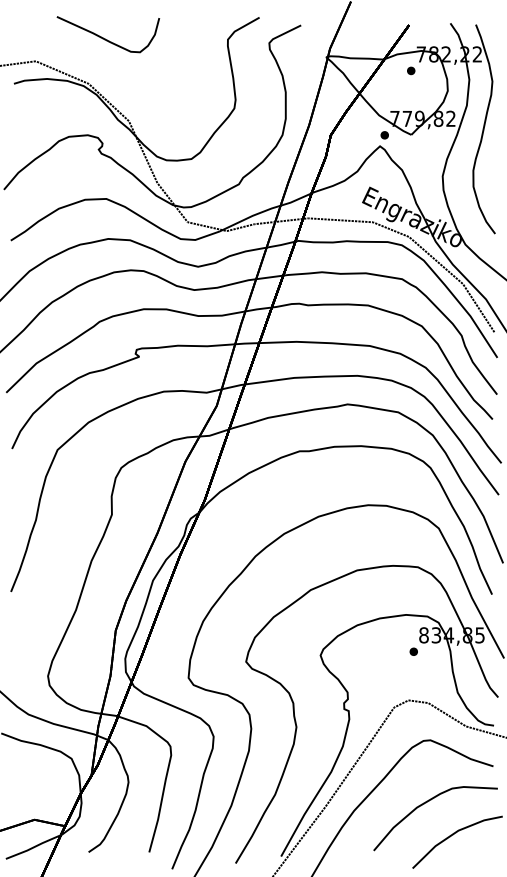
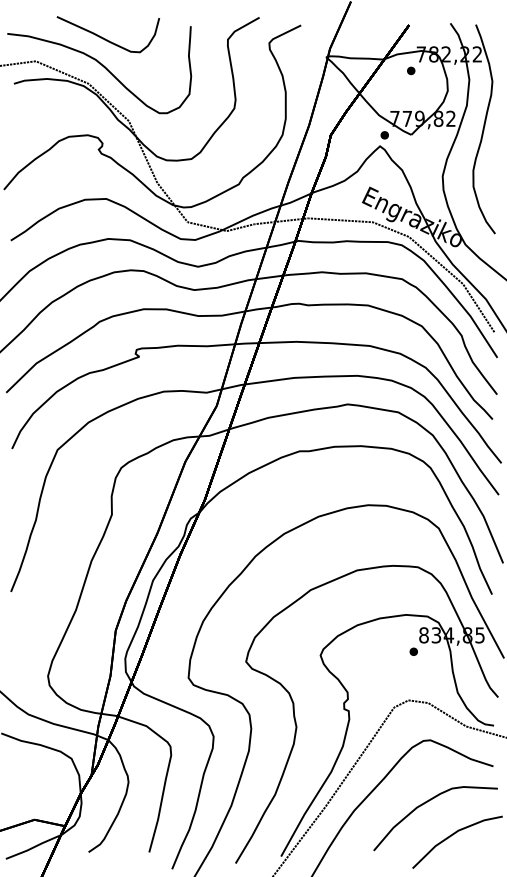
curve at (102, 66): none -> present
